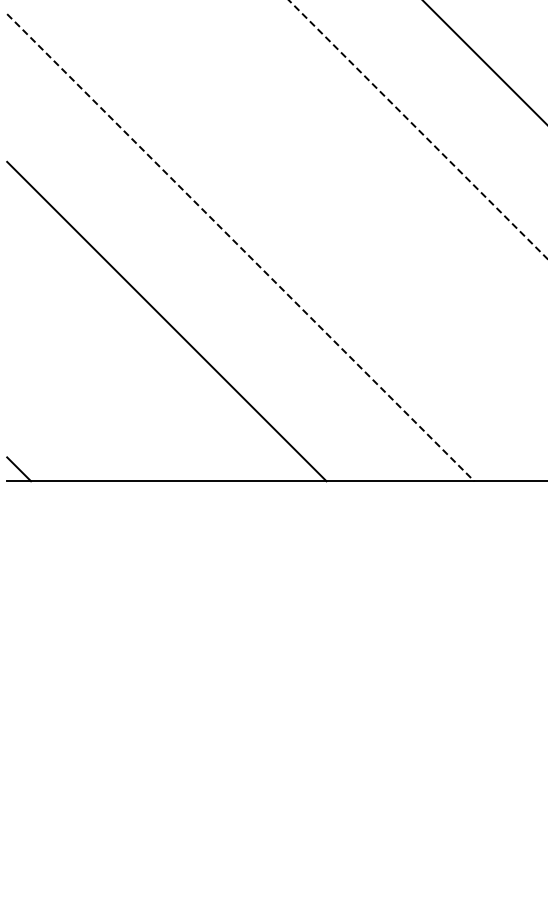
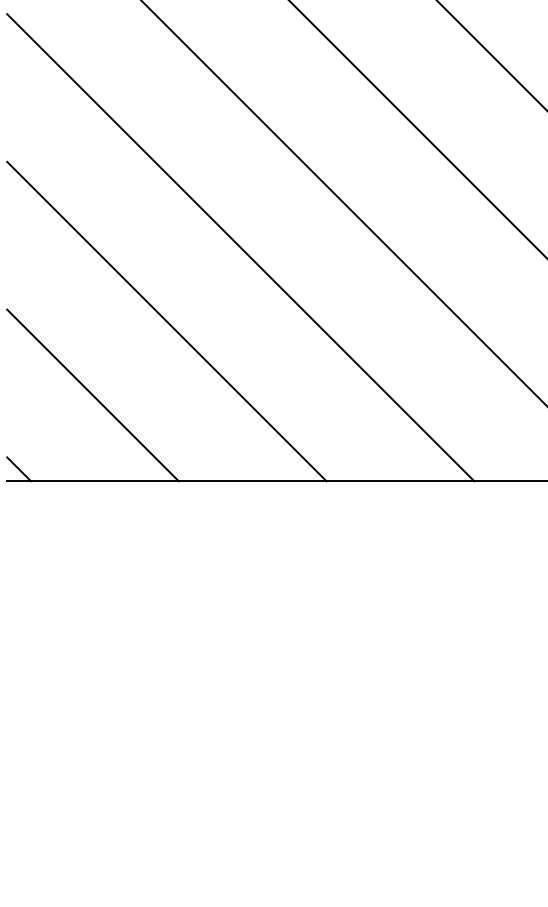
line at (484, 62) position: (484, 62) -> (491, 55)
line at (418, 129): dashed -> solid
line at (343, 202): none -> present
line at (241, 248): dashed -> solid
line at (92, 395): none -> present
